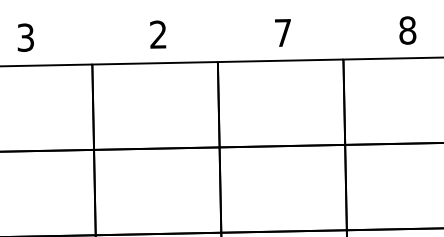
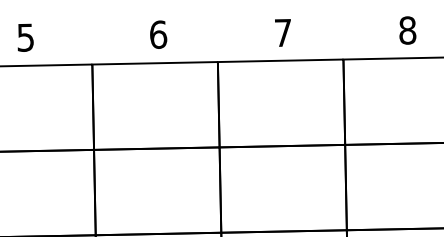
text at (158, 34): 2 -> 6
text at (25, 37): 3 -> 5
